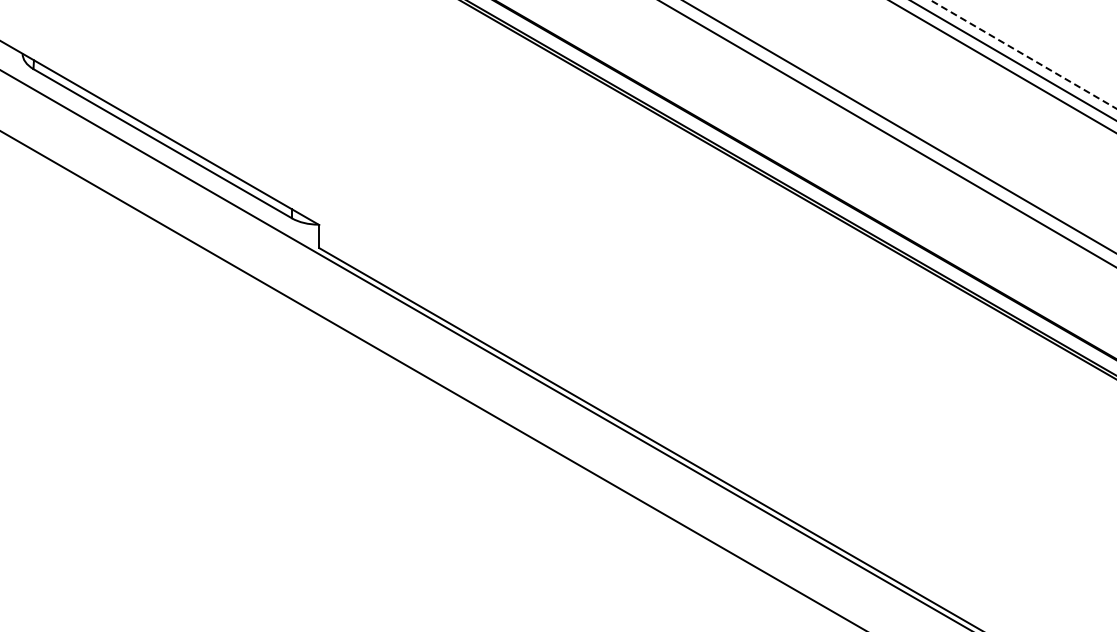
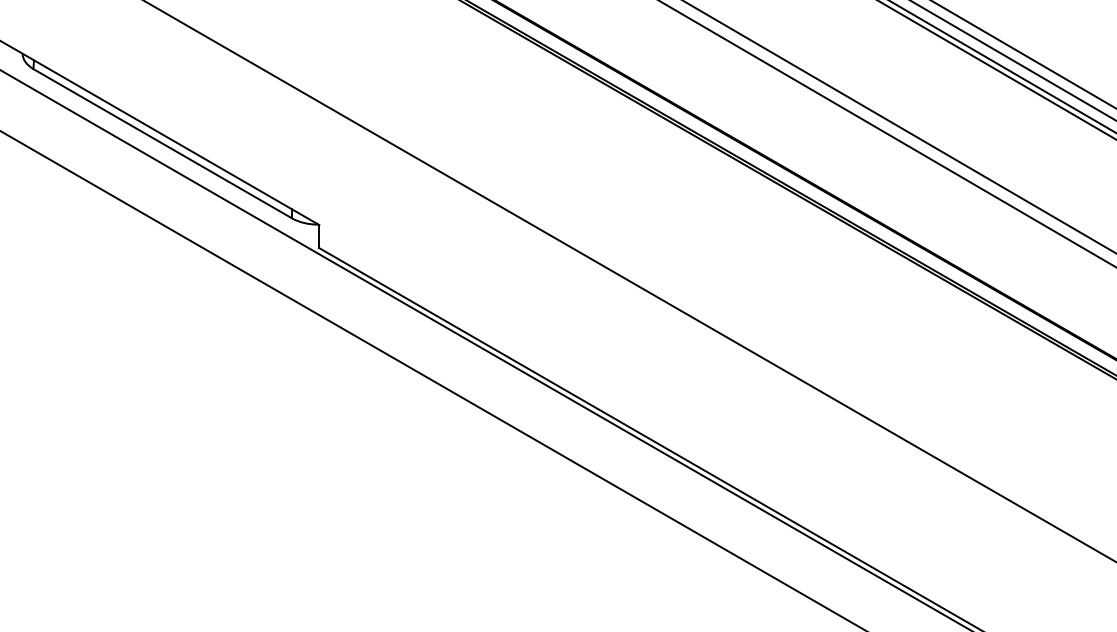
line at (1023, 54): dashed -> solid
line at (997, 70): none -> present
line at (629, 281): none -> present
